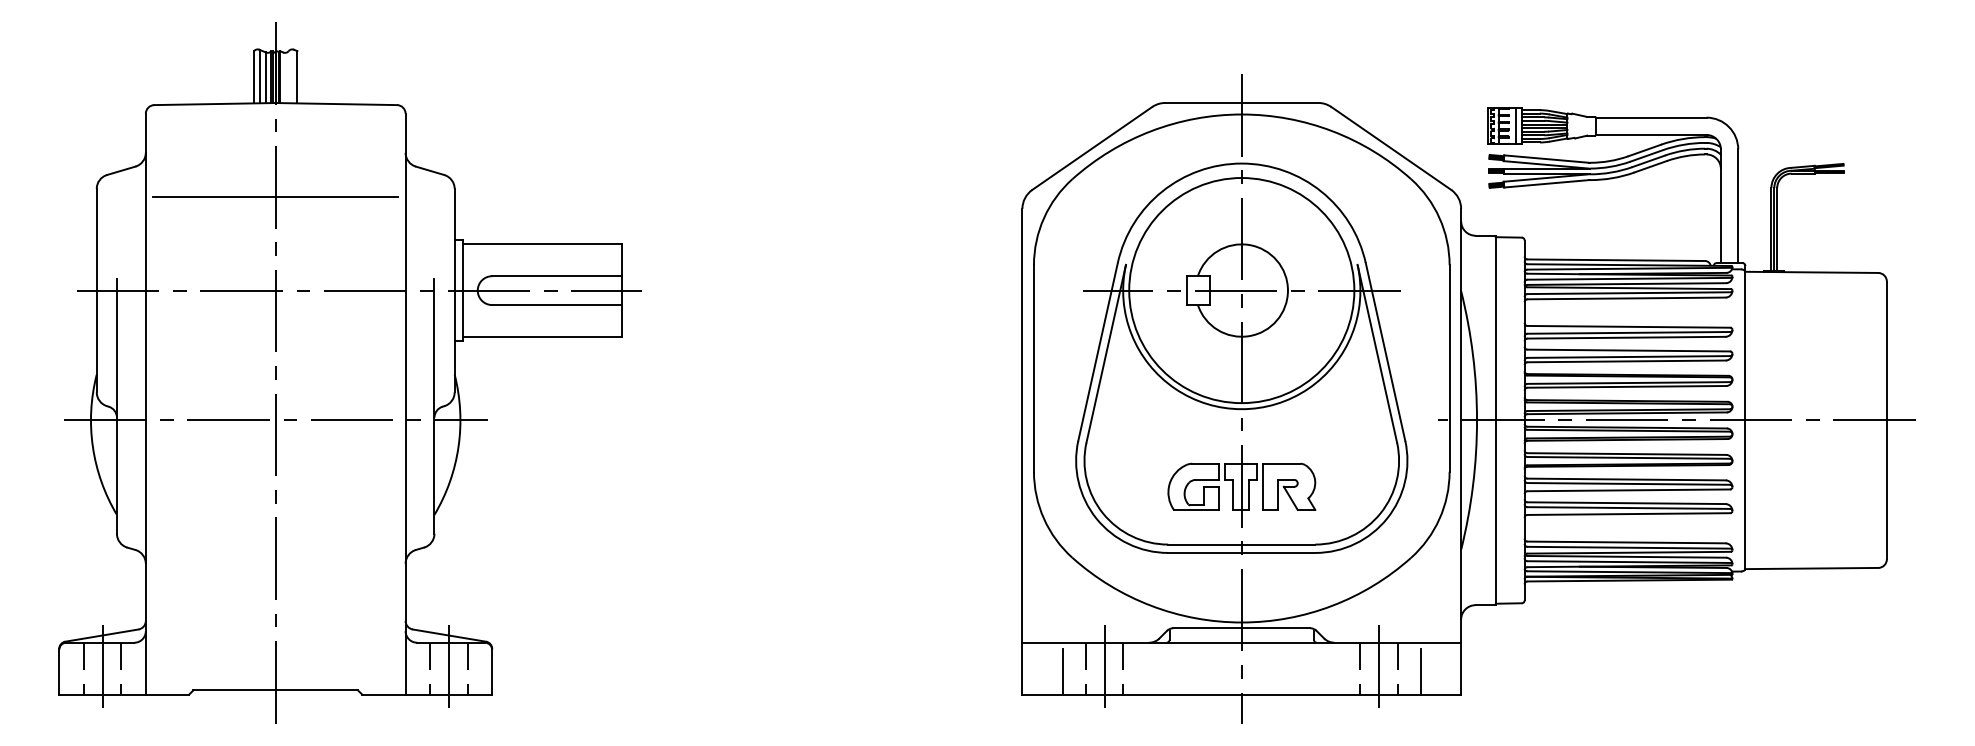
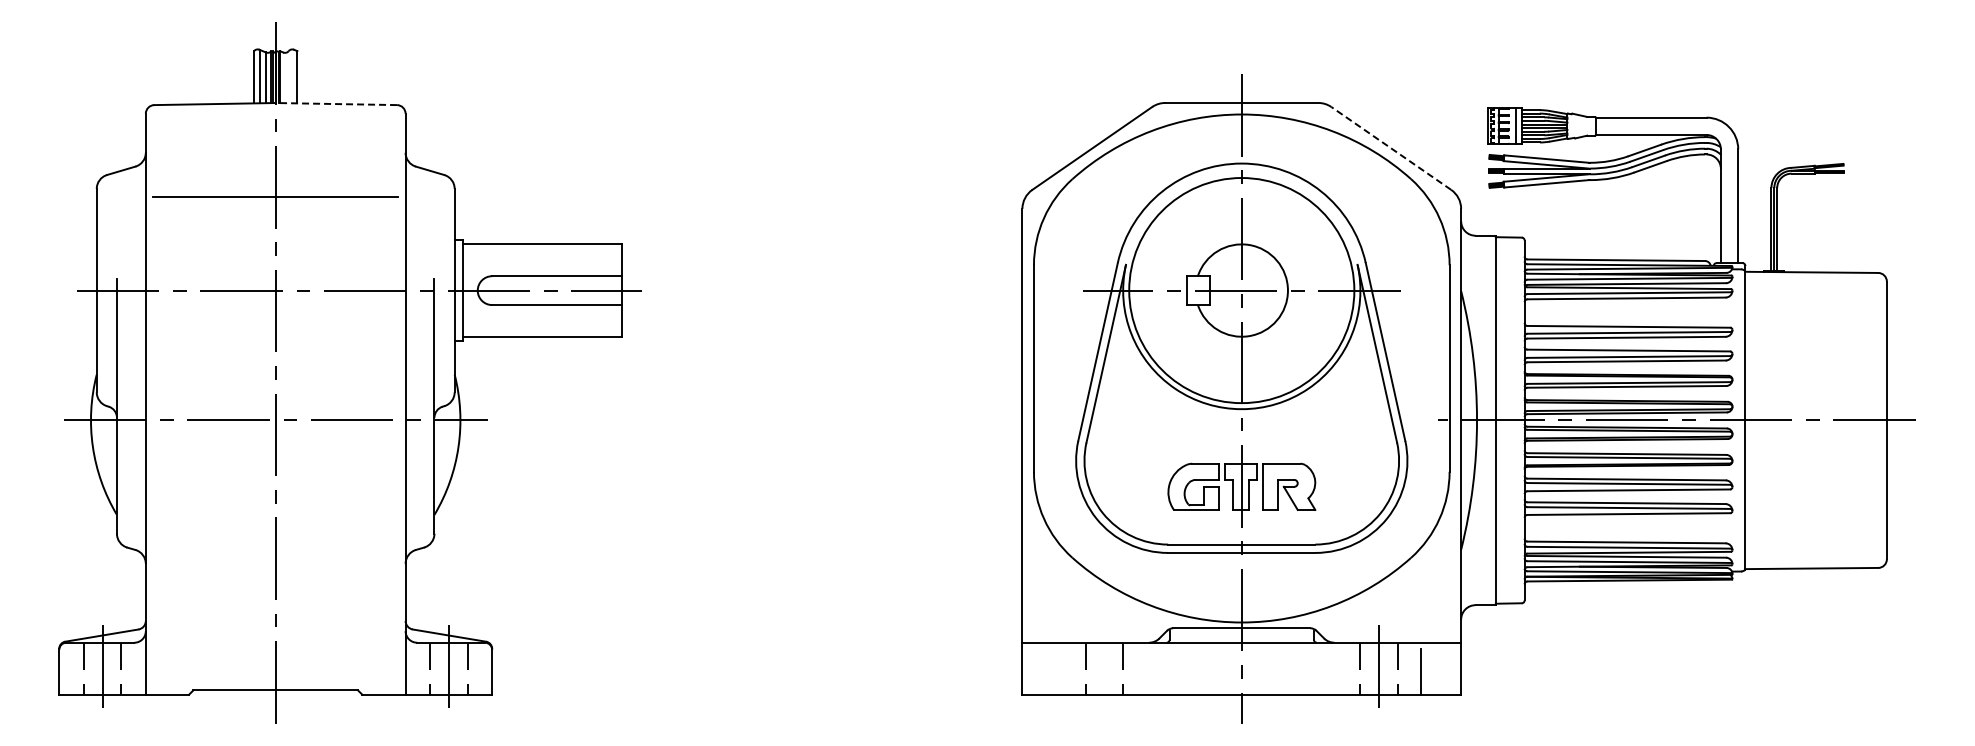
line at (336, 104): solid -> dashed
line at (1391, 148): solid -> dashed
line at (1104, 668): present -> none
line at (1062, 671): present -> none
